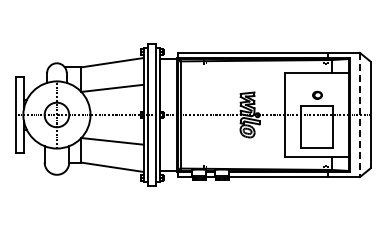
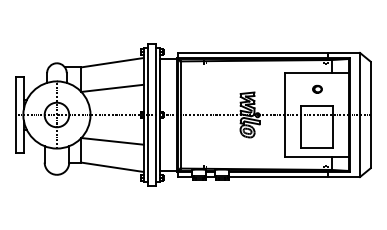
part at (317, 94) position: (317, 94) -> (317, 88)
line at (360, 115): dashed -> solid
